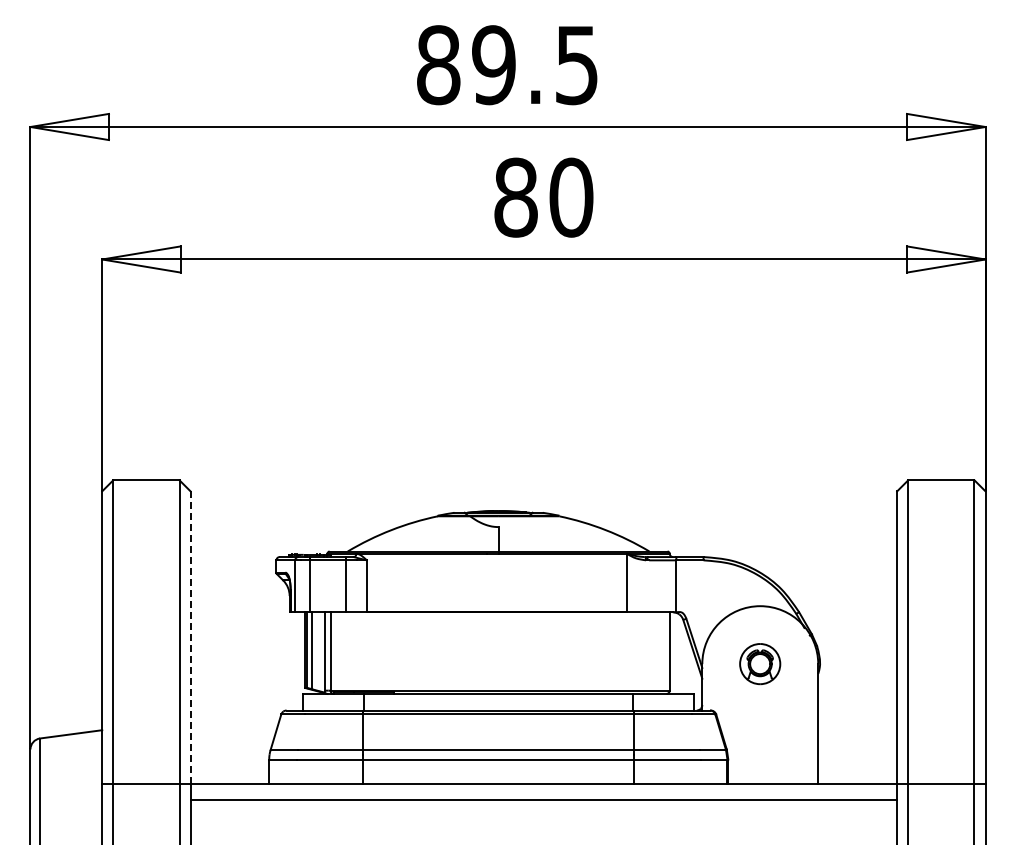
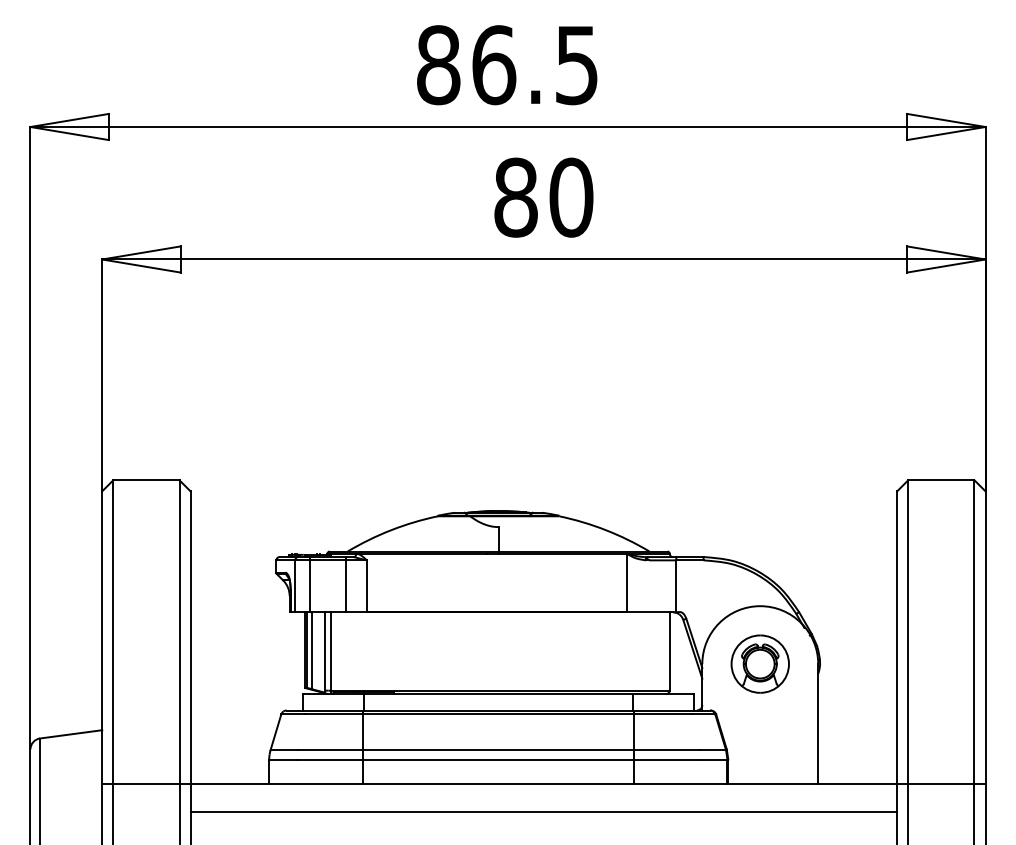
text at (494, 65): 89.5 -> 86.5
line at (190, 638): dashed -> solid
part at (760, 664) size: 43x43 px -> 60x60 px
line at (543, 799) position: (543, 799) -> (543, 811)
